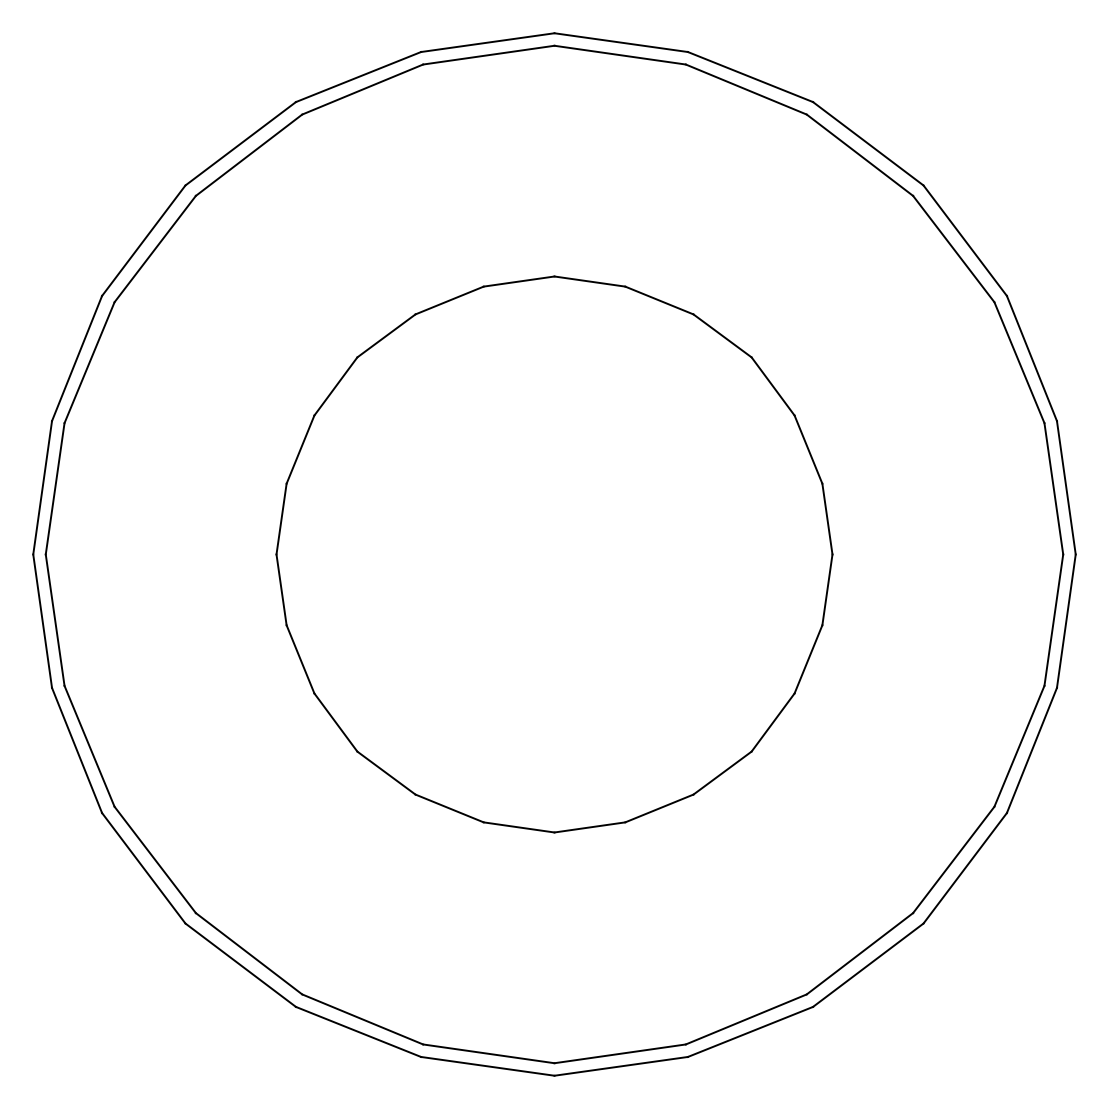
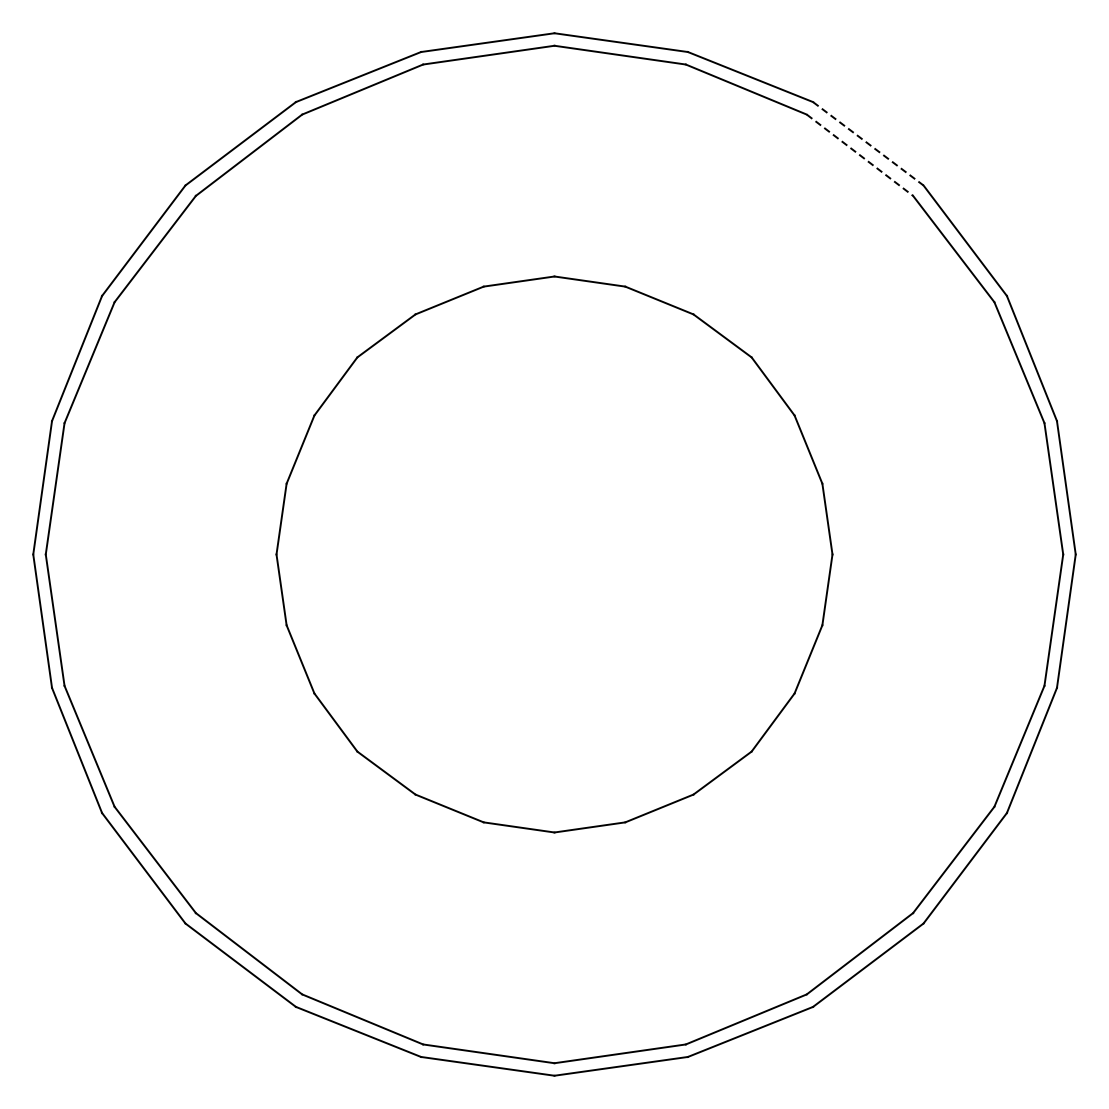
line at (868, 144): solid -> dashed
line at (859, 155): solid -> dashed
